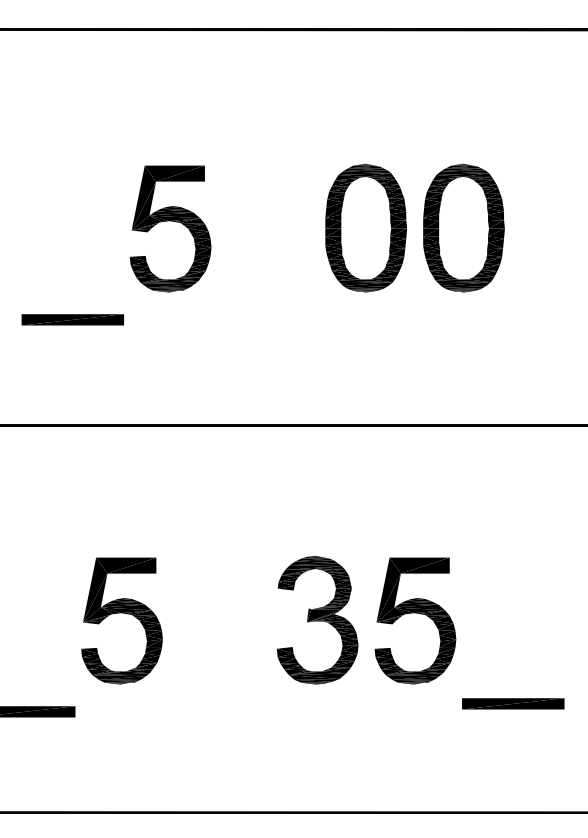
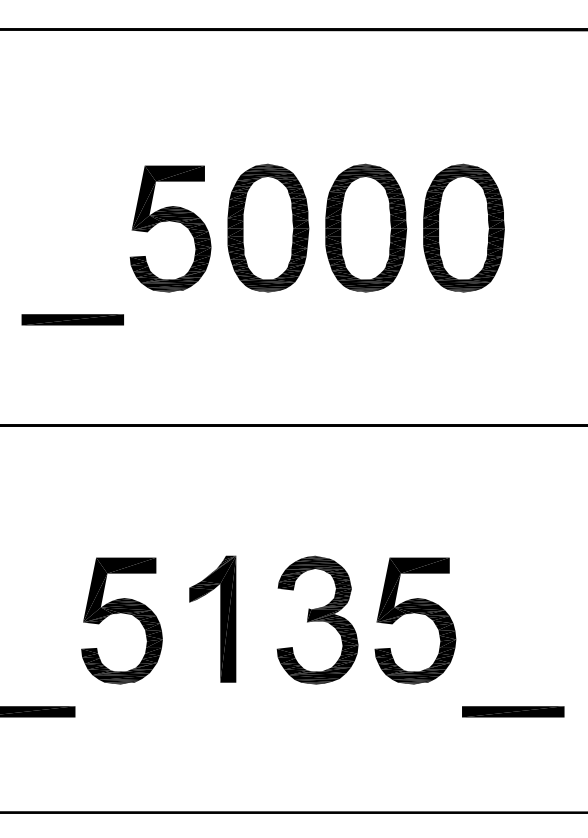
part at (268, 227): none -> present
part at (220, 618): none -> present
part at (513, 703) position: (513, 703) -> (513, 711)
